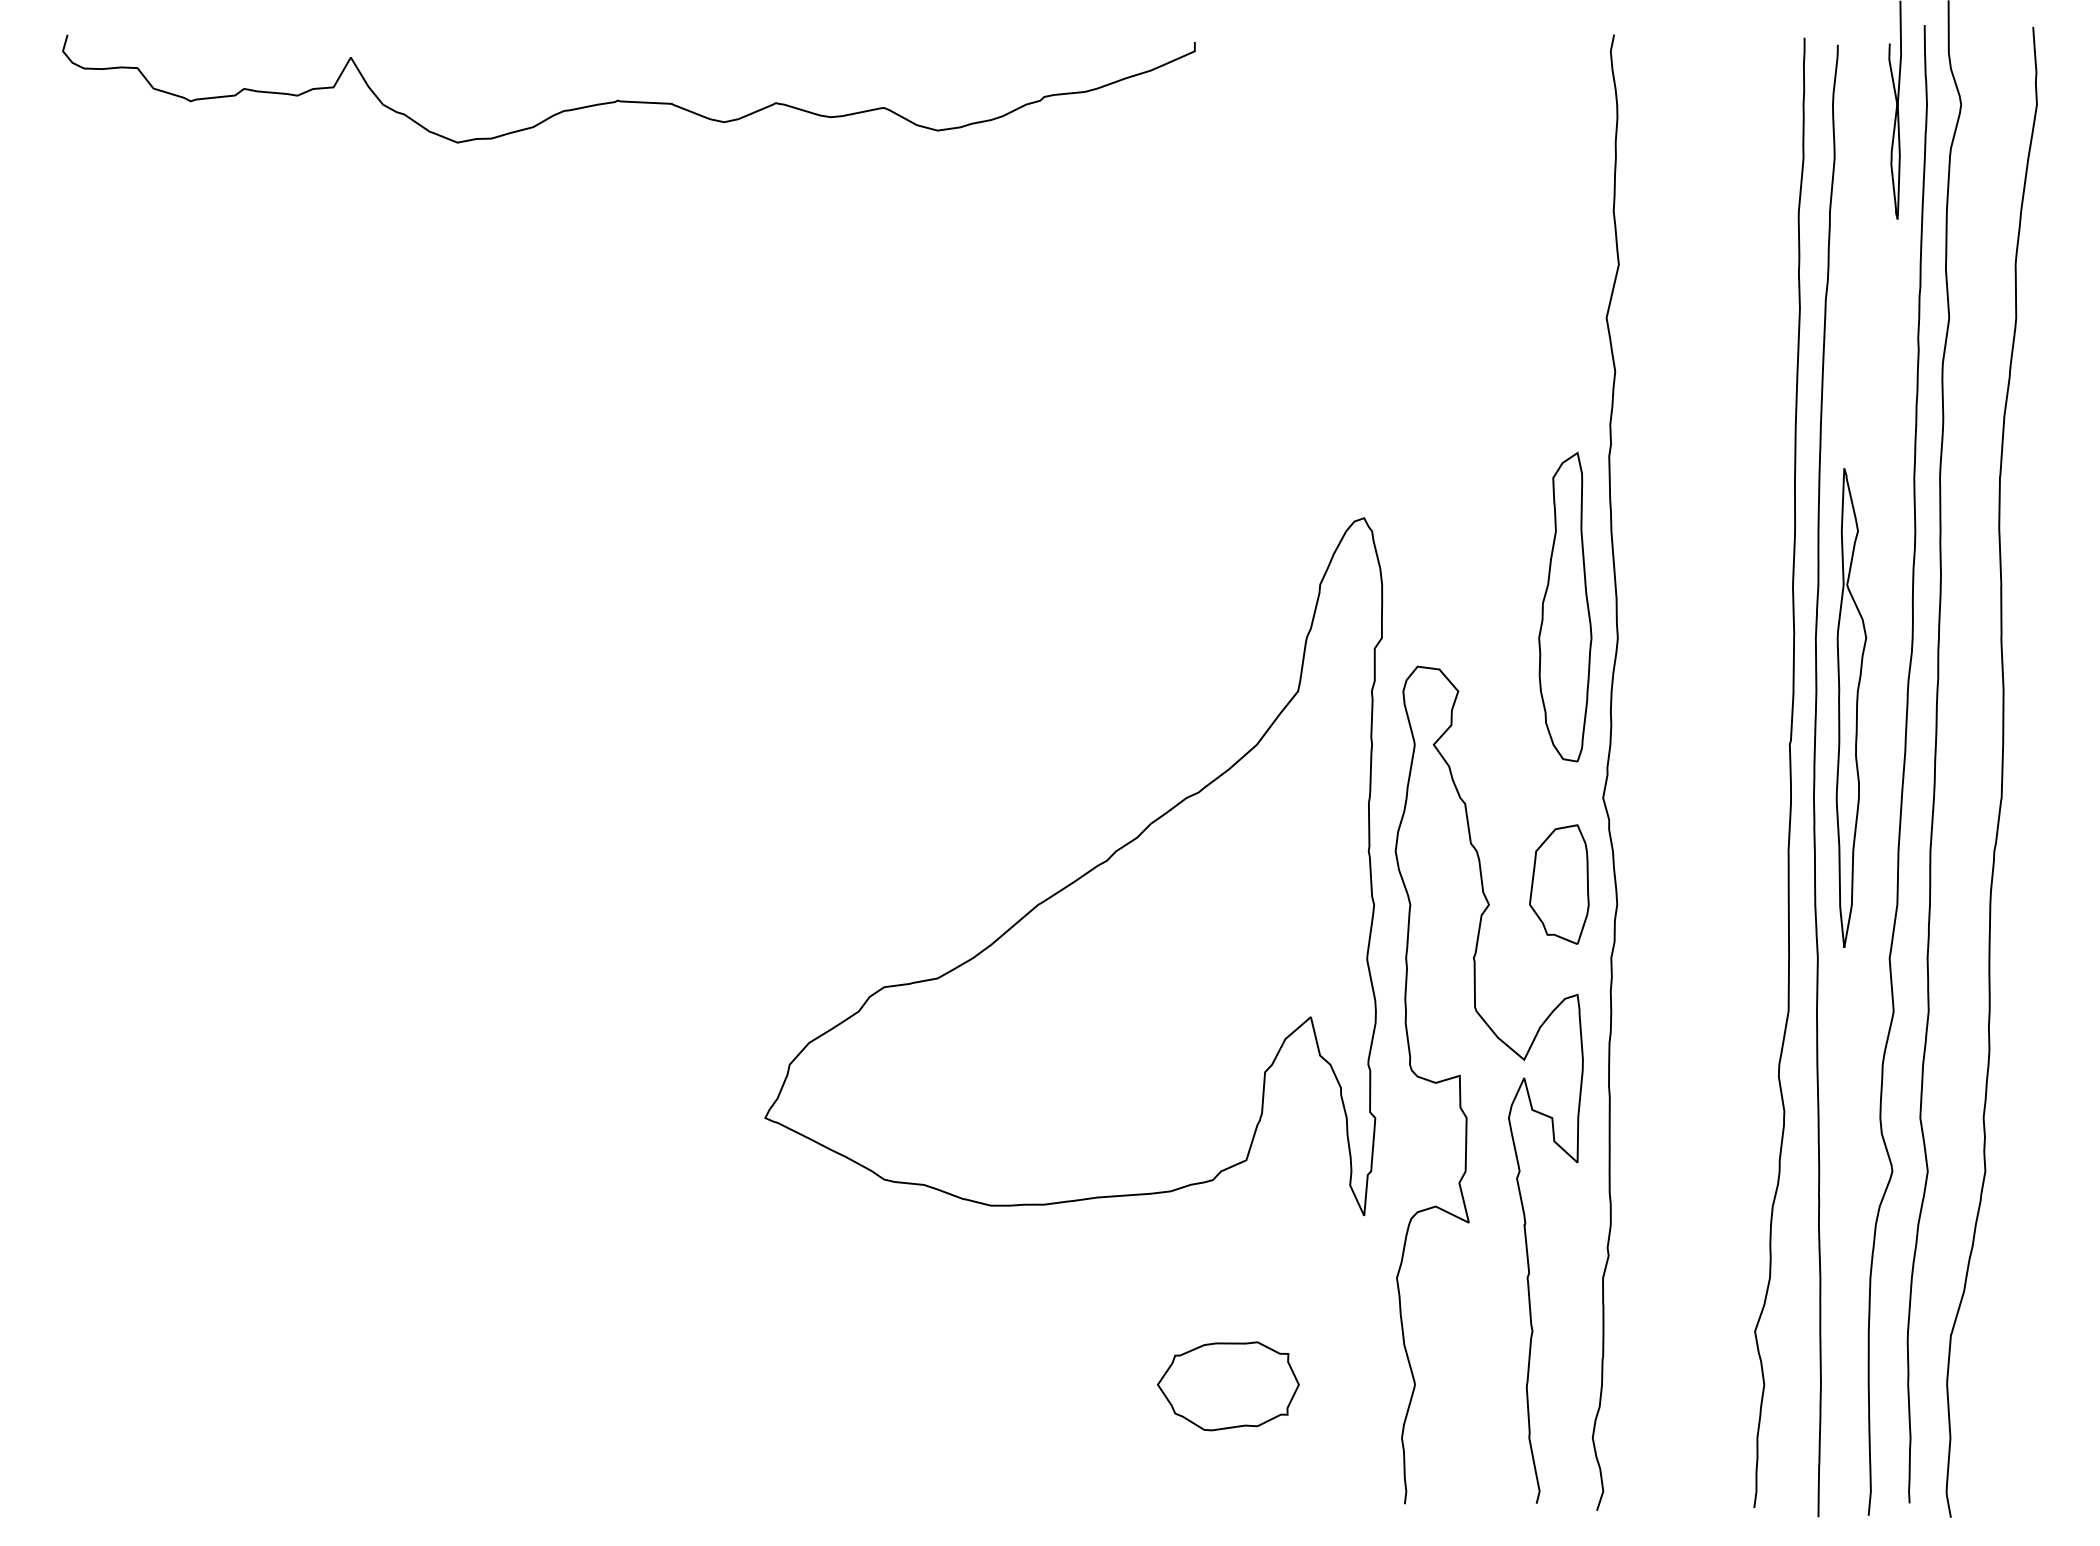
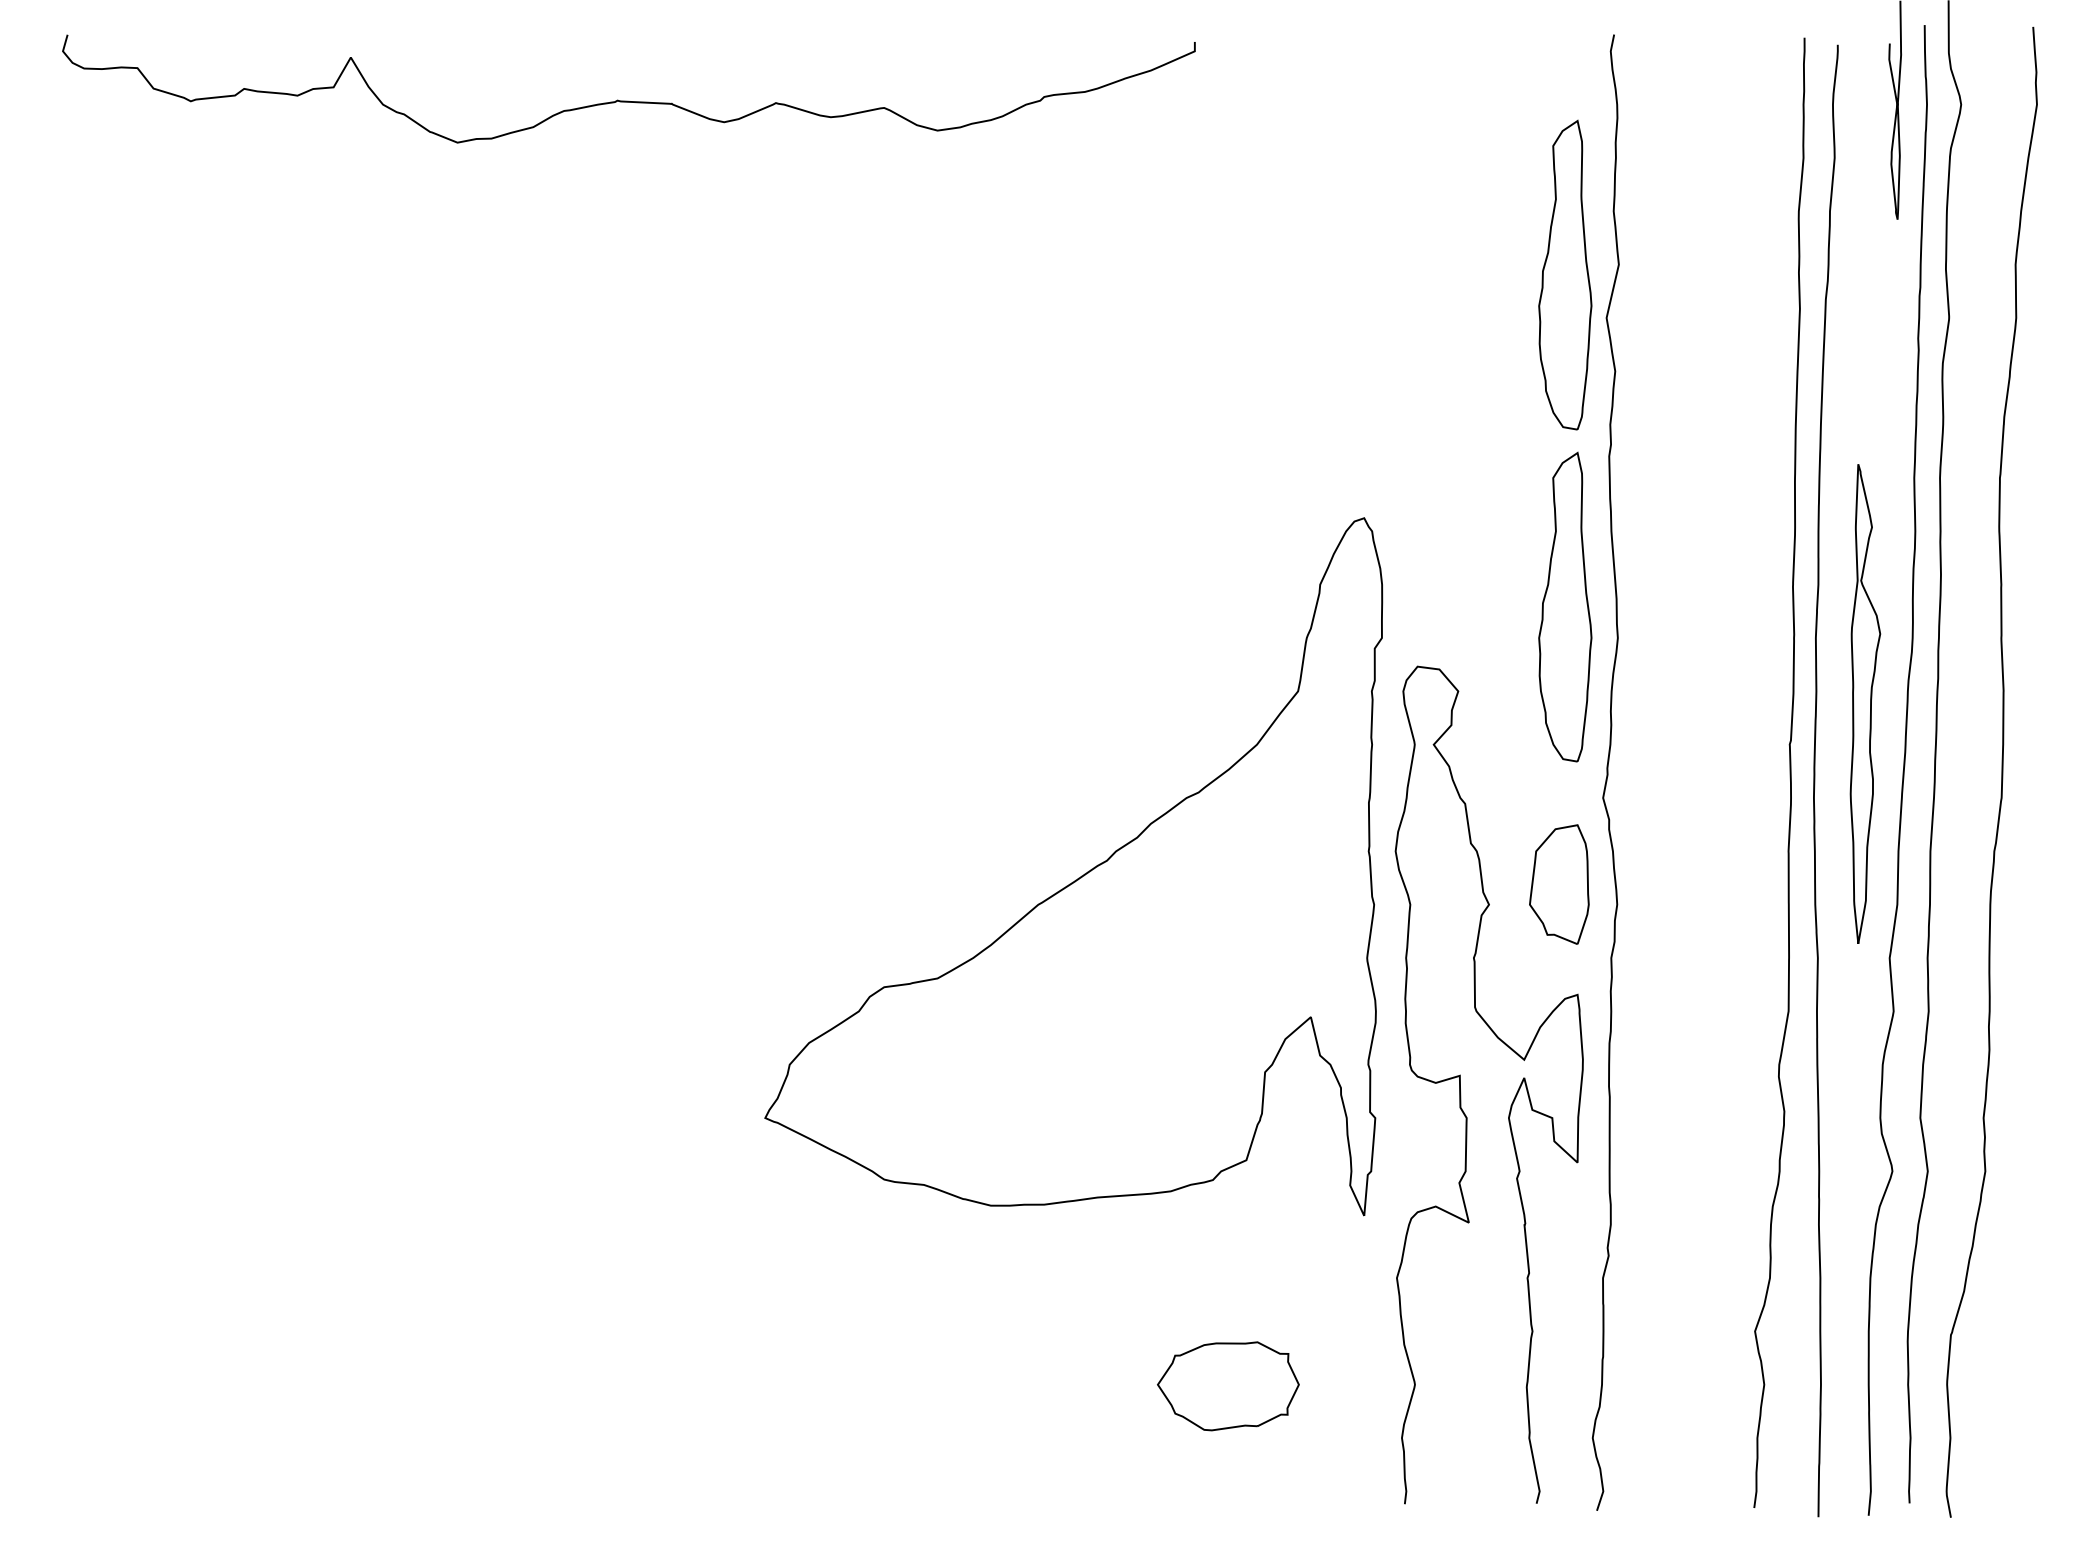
part at (1565, 274): none -> present
part at (1851, 707) position: (1851, 707) -> (1865, 703)
